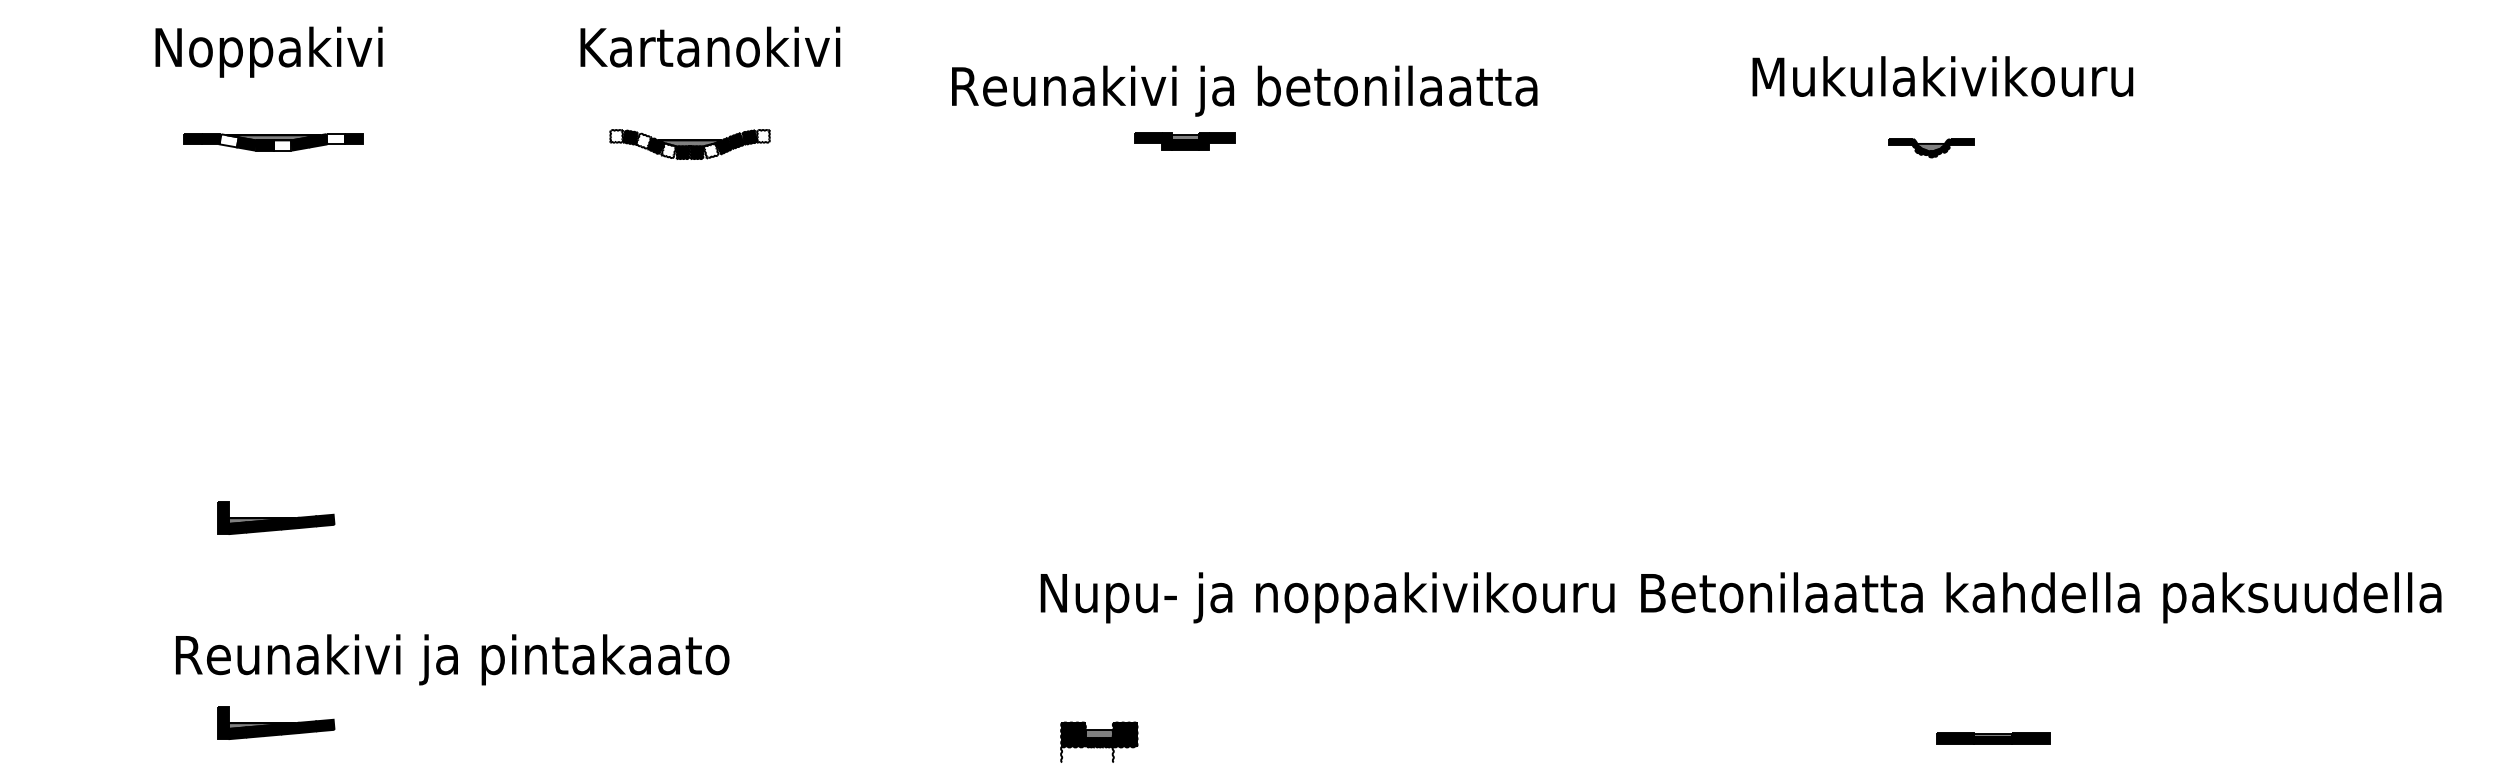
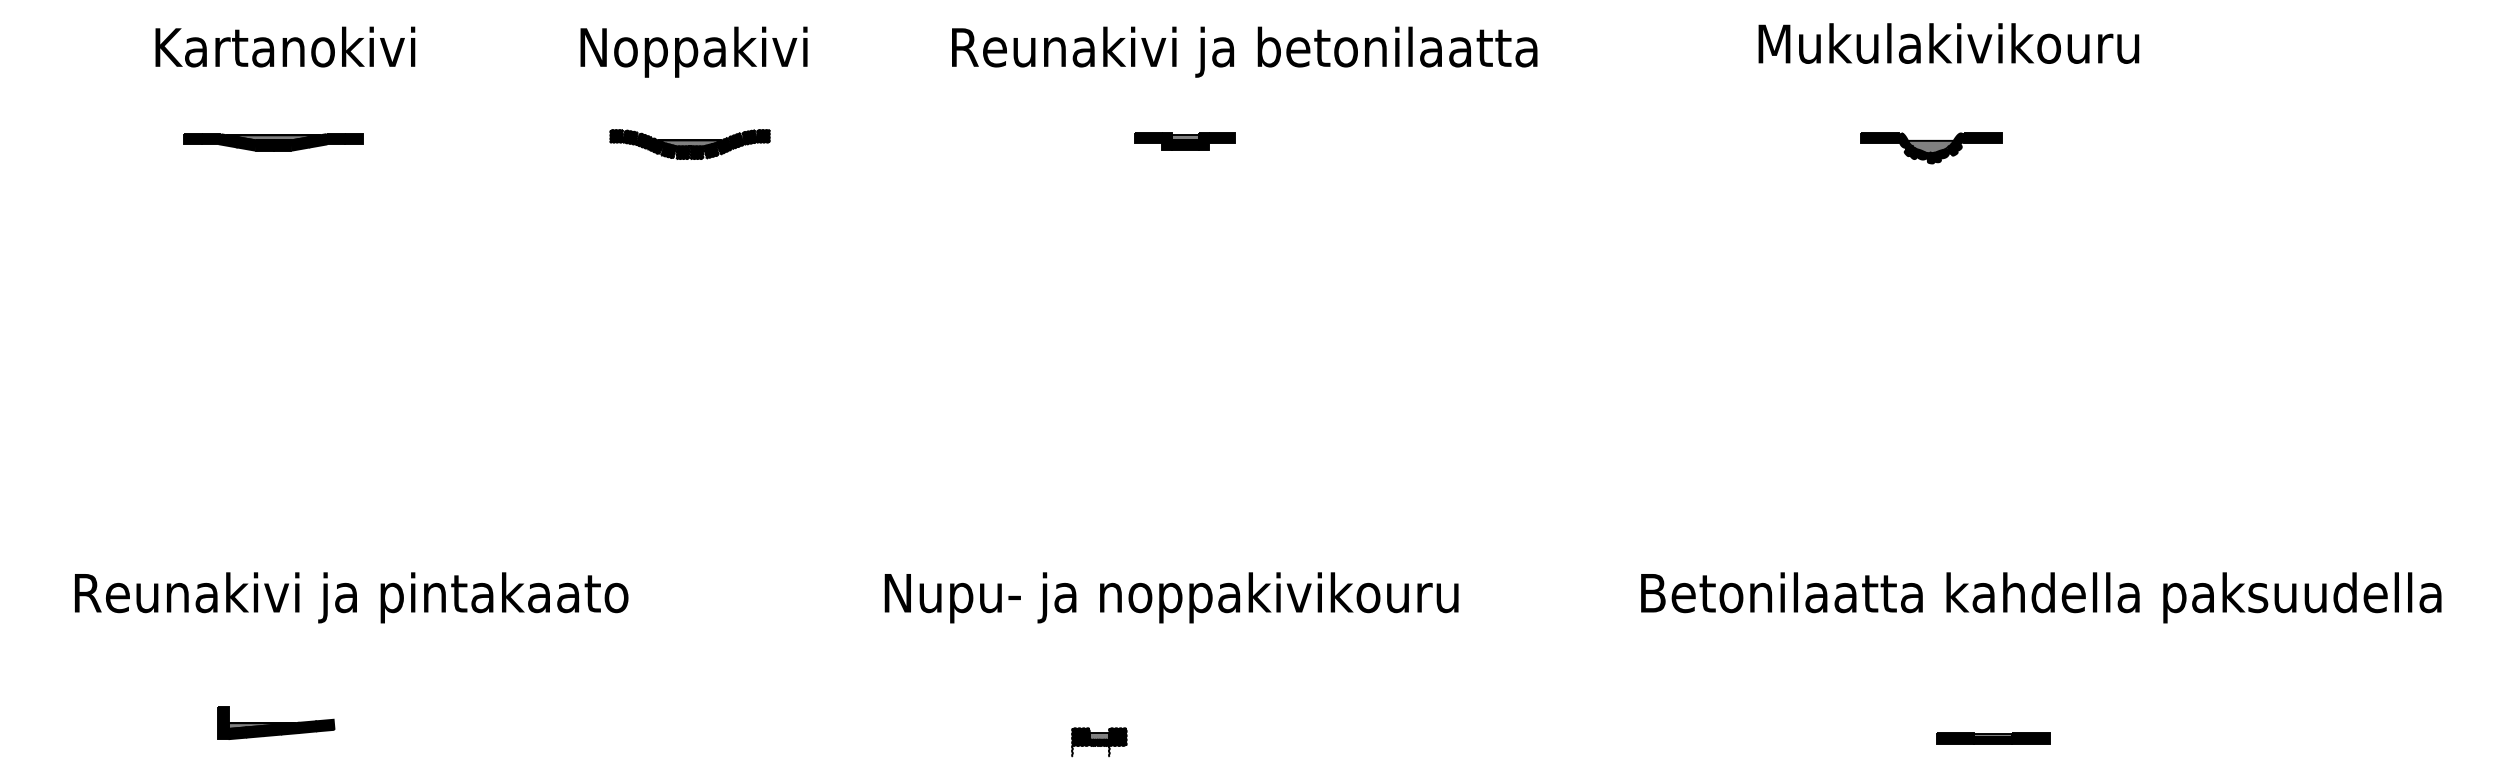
text at (287, 51): Noppakivi -> Kartanokivi
text at (712, 51): Kartanokivi -> Noppakivi
text at (1942, 76) position: (1942, 76) -> (1948, 43)
text at (1244, 90) position: (1244, 90) -> (1244, 51)
fill at (616, 135): none -> present
fill at (763, 135): none -> present
fill at (335, 139): none -> present
fill at (228, 140): none -> present
fill at (643, 140): none -> present
fill at (282, 145): none -> present
part at (1931, 148) size: 87x21 px -> 143x33 px
fill at (668, 150): none -> present
fill at (711, 150): none -> present
part at (276, 517): present -> none
text at (1327, 597) position: (1327, 597) -> (1171, 597)
text at (452, 659) position: (452, 659) -> (351, 597)
part at (1099, 741) size: 79x42 px -> 57x31 px
